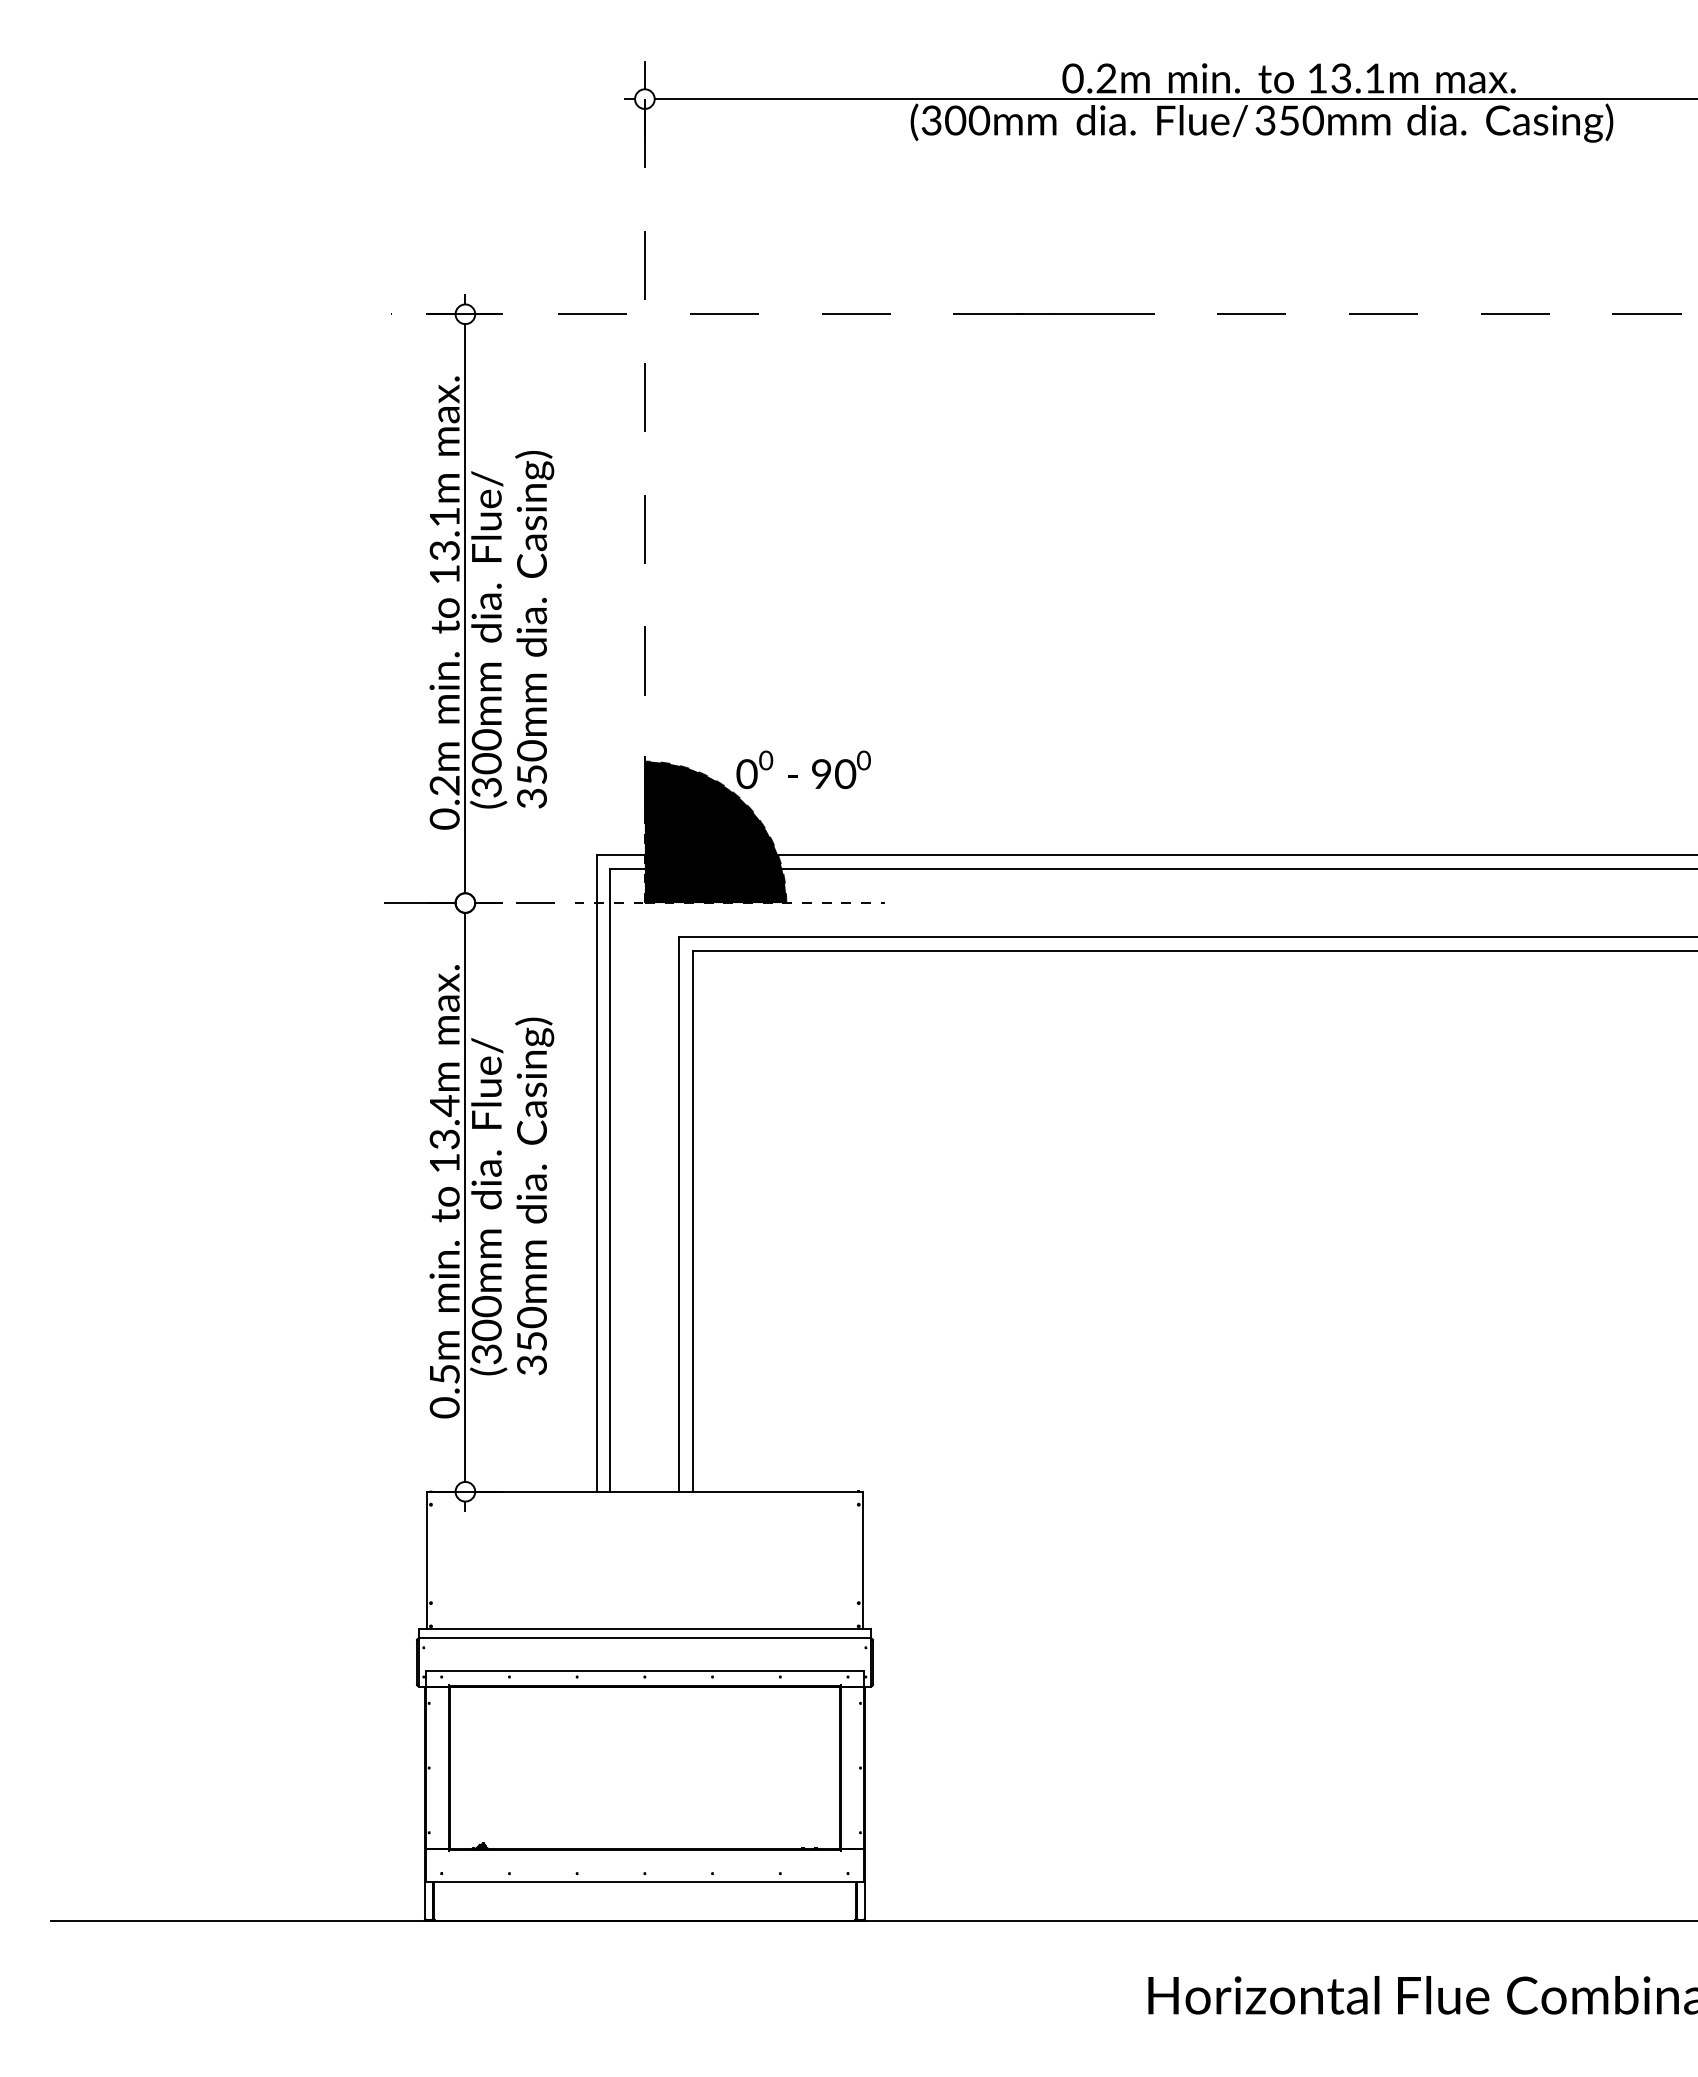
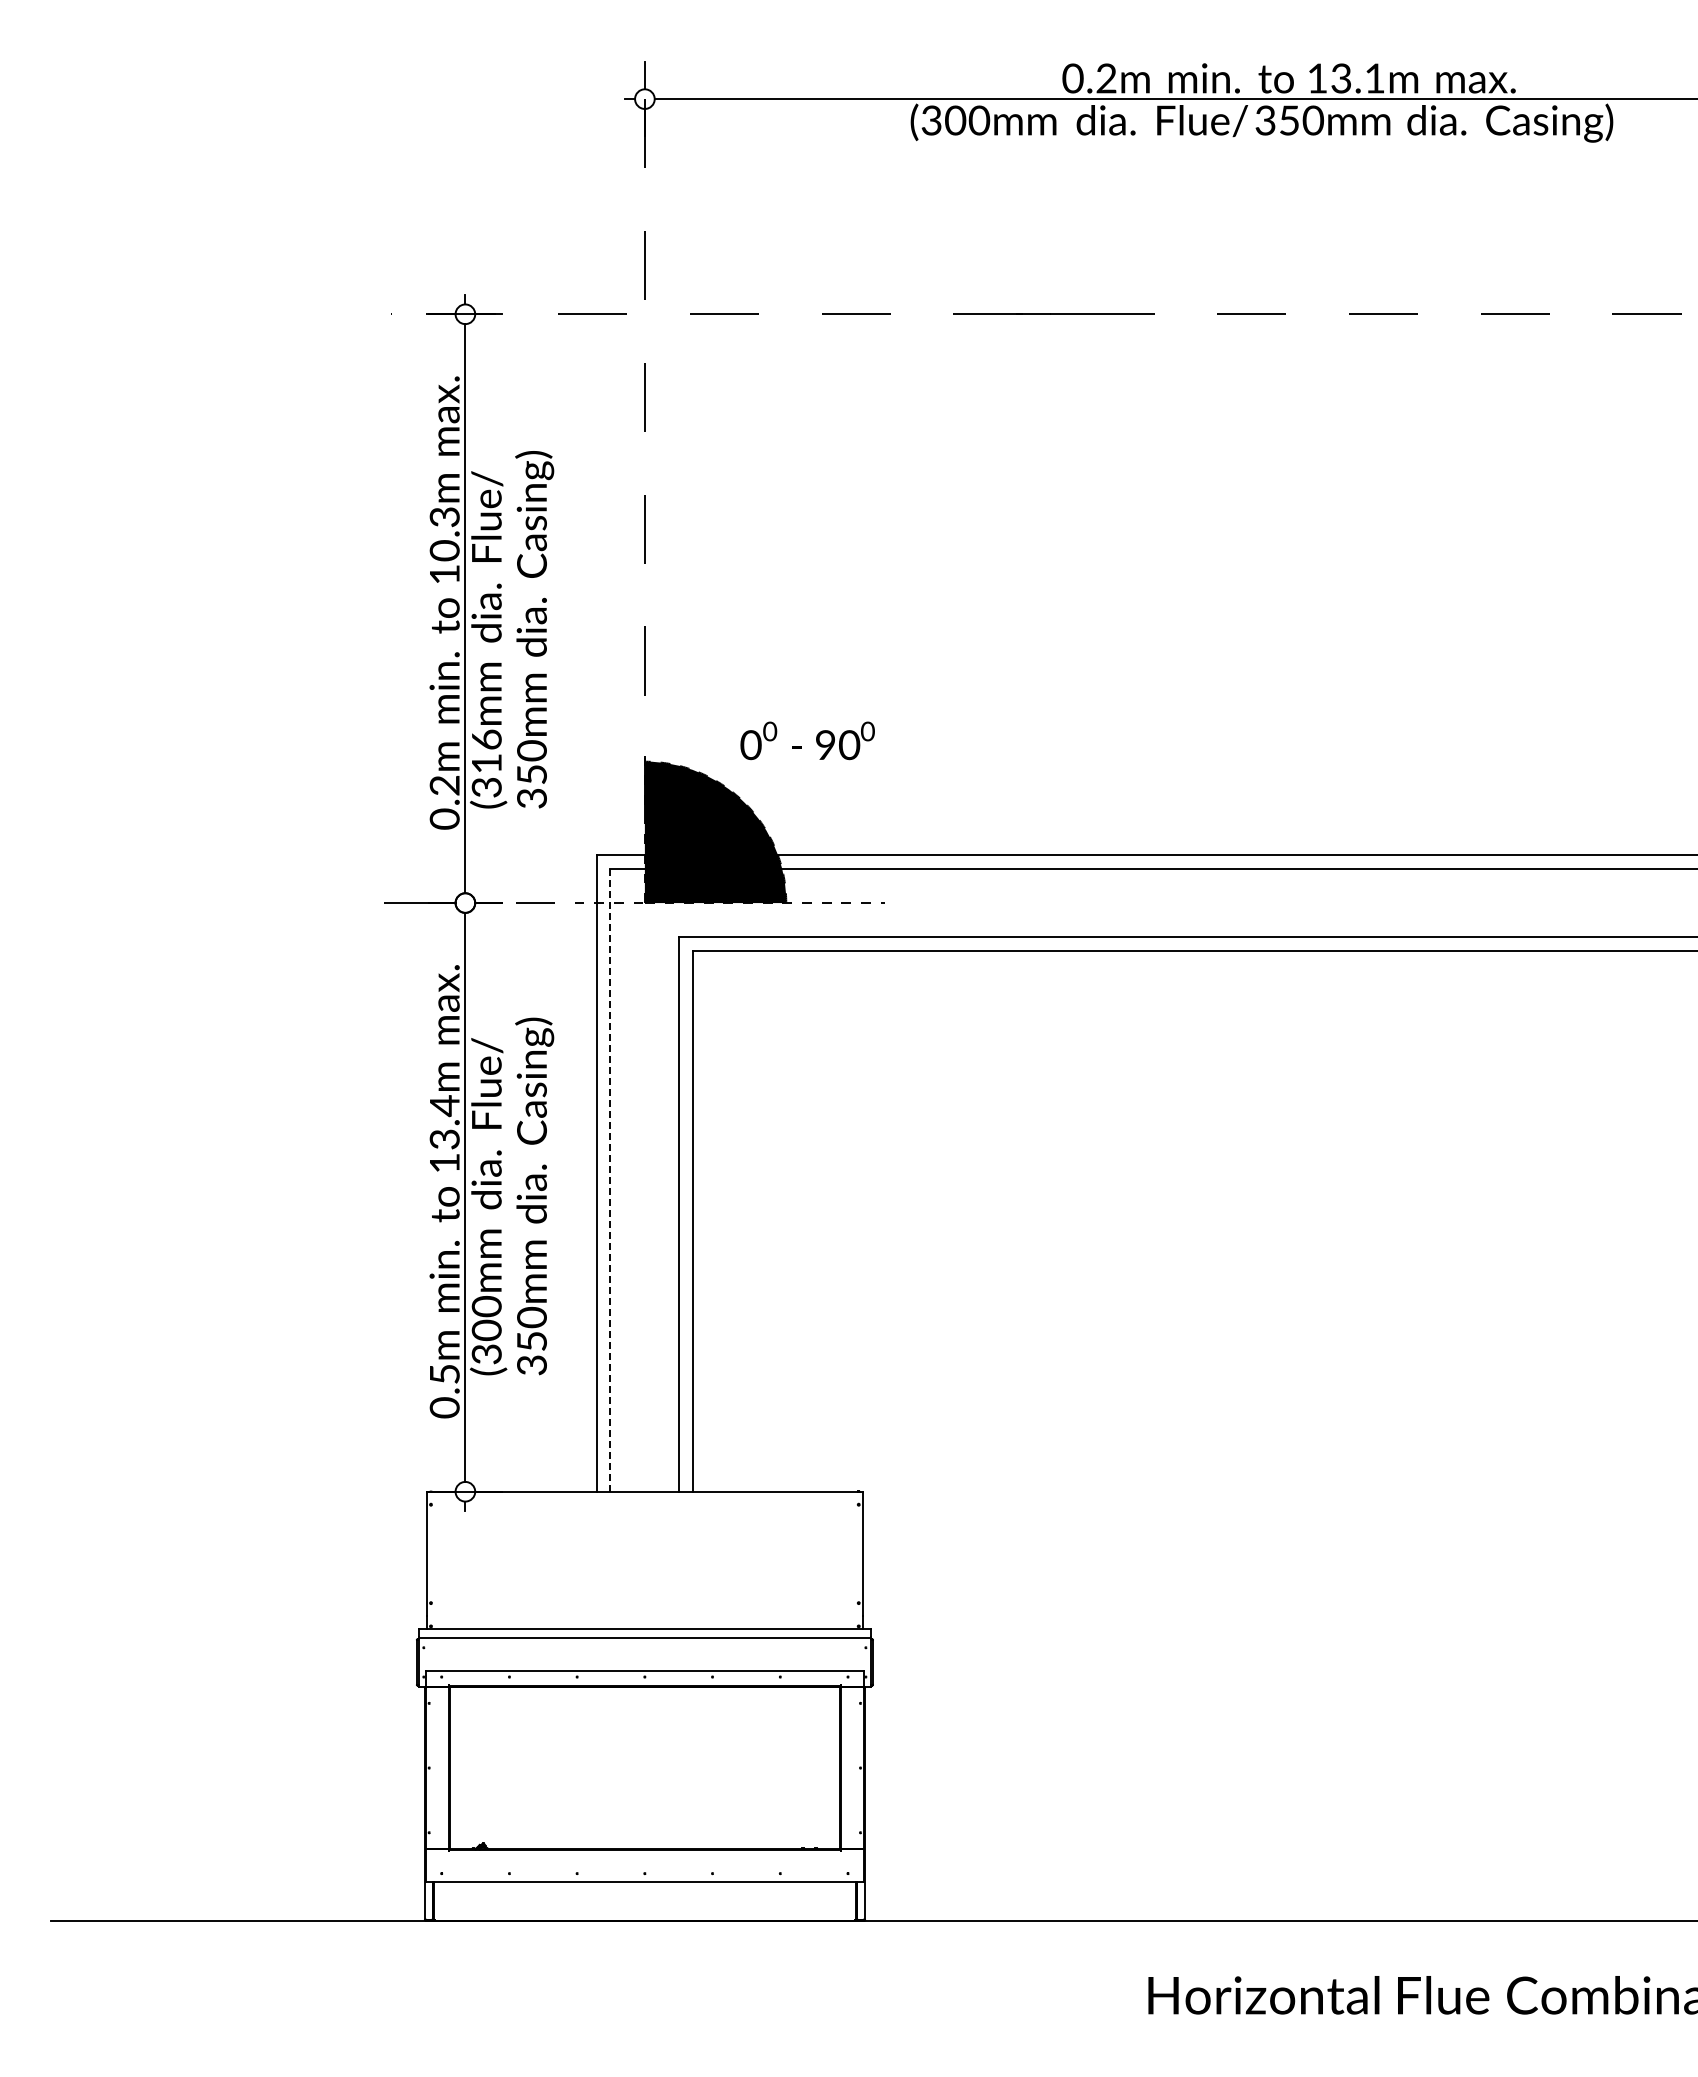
text at (444, 534): 13.1m -> 10.3m
text at (486, 751): (300mm -> (316mm
text at (803, 769) position: (803, 769) -> (807, 740)
line at (610, 1180): solid -> dashed
